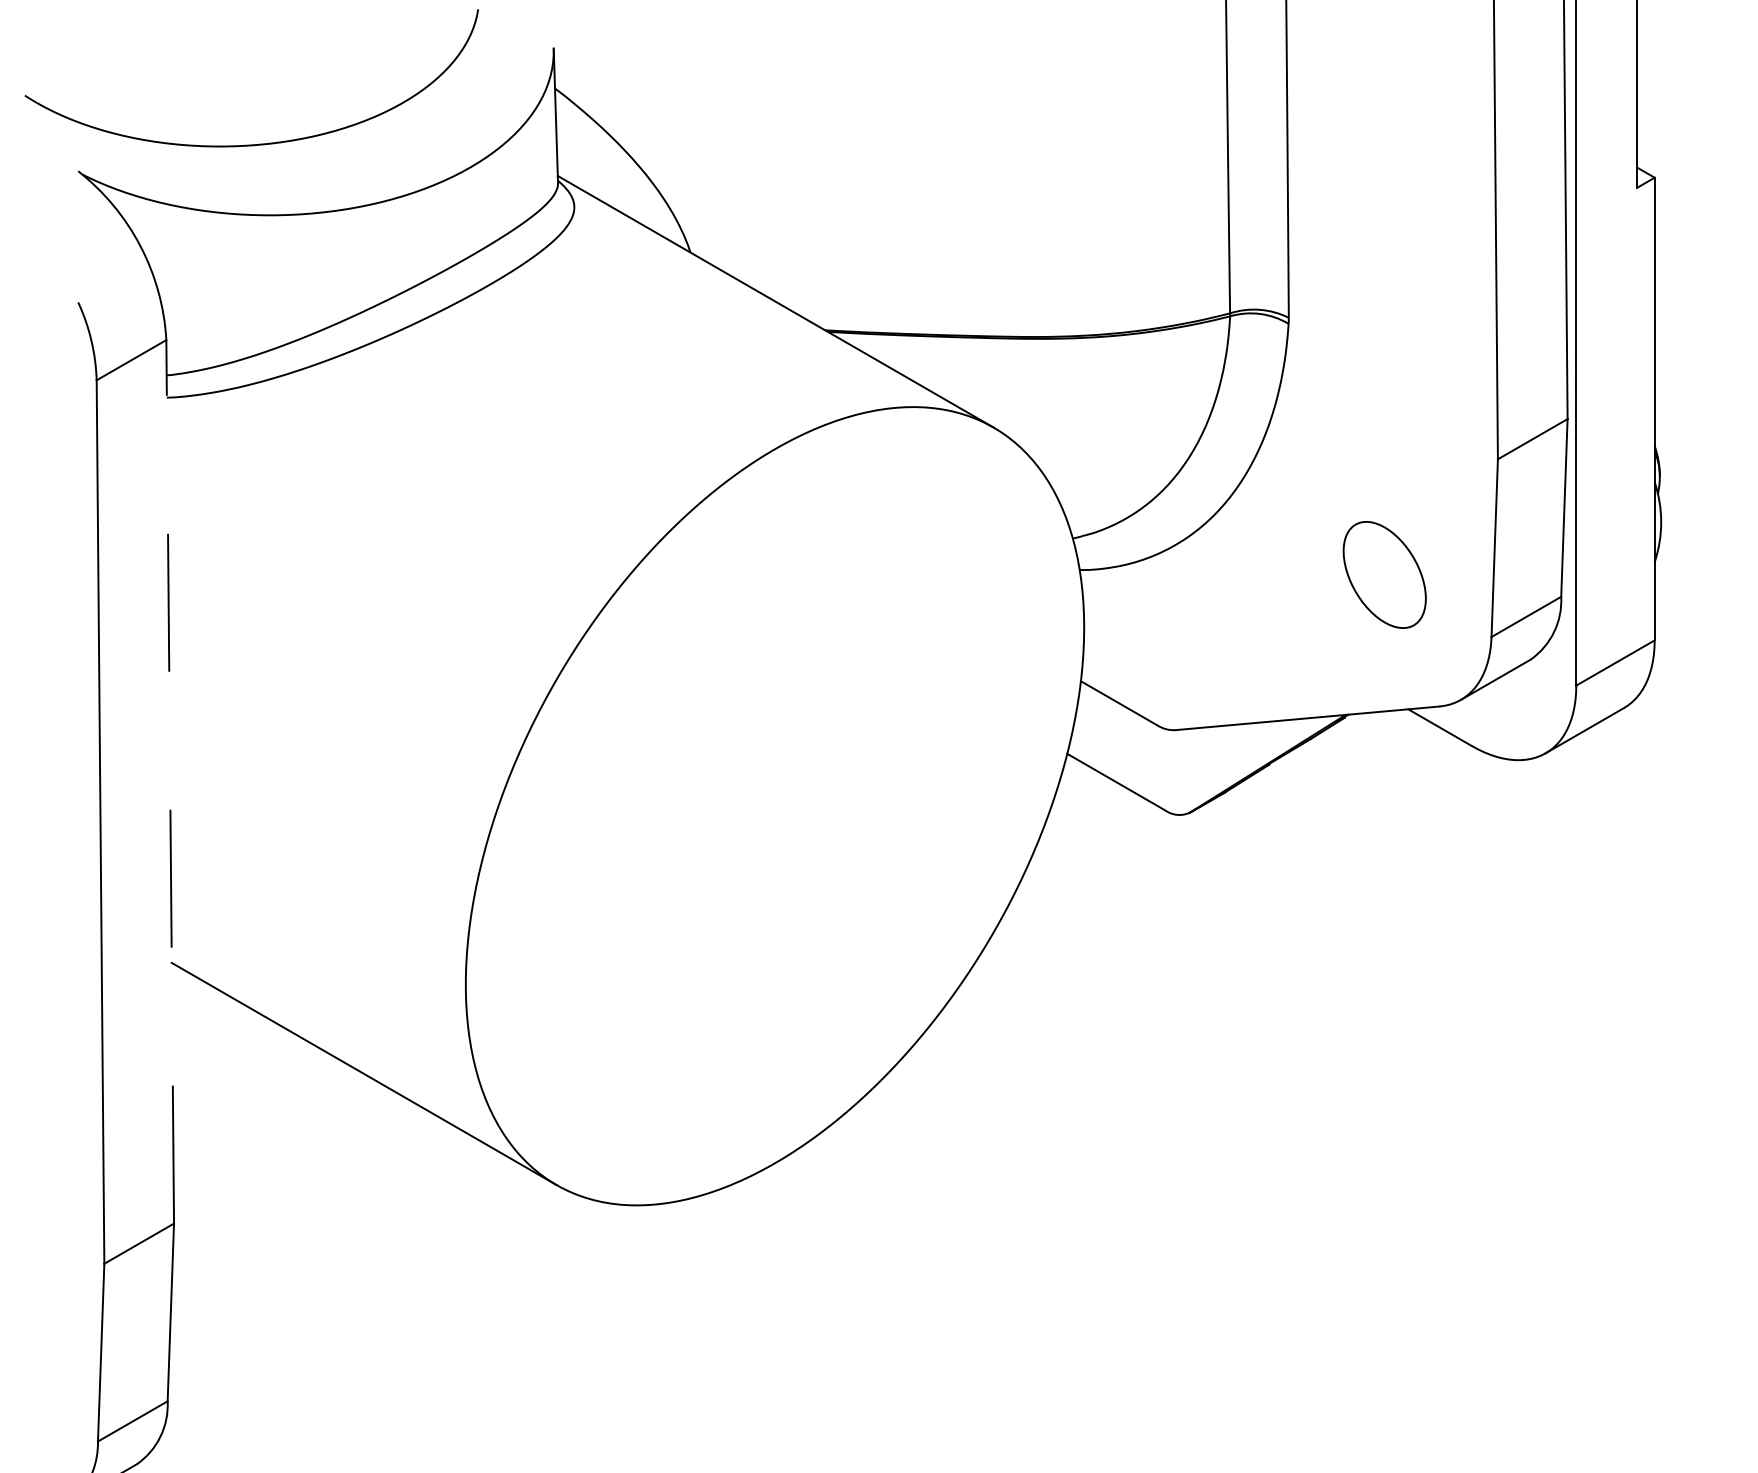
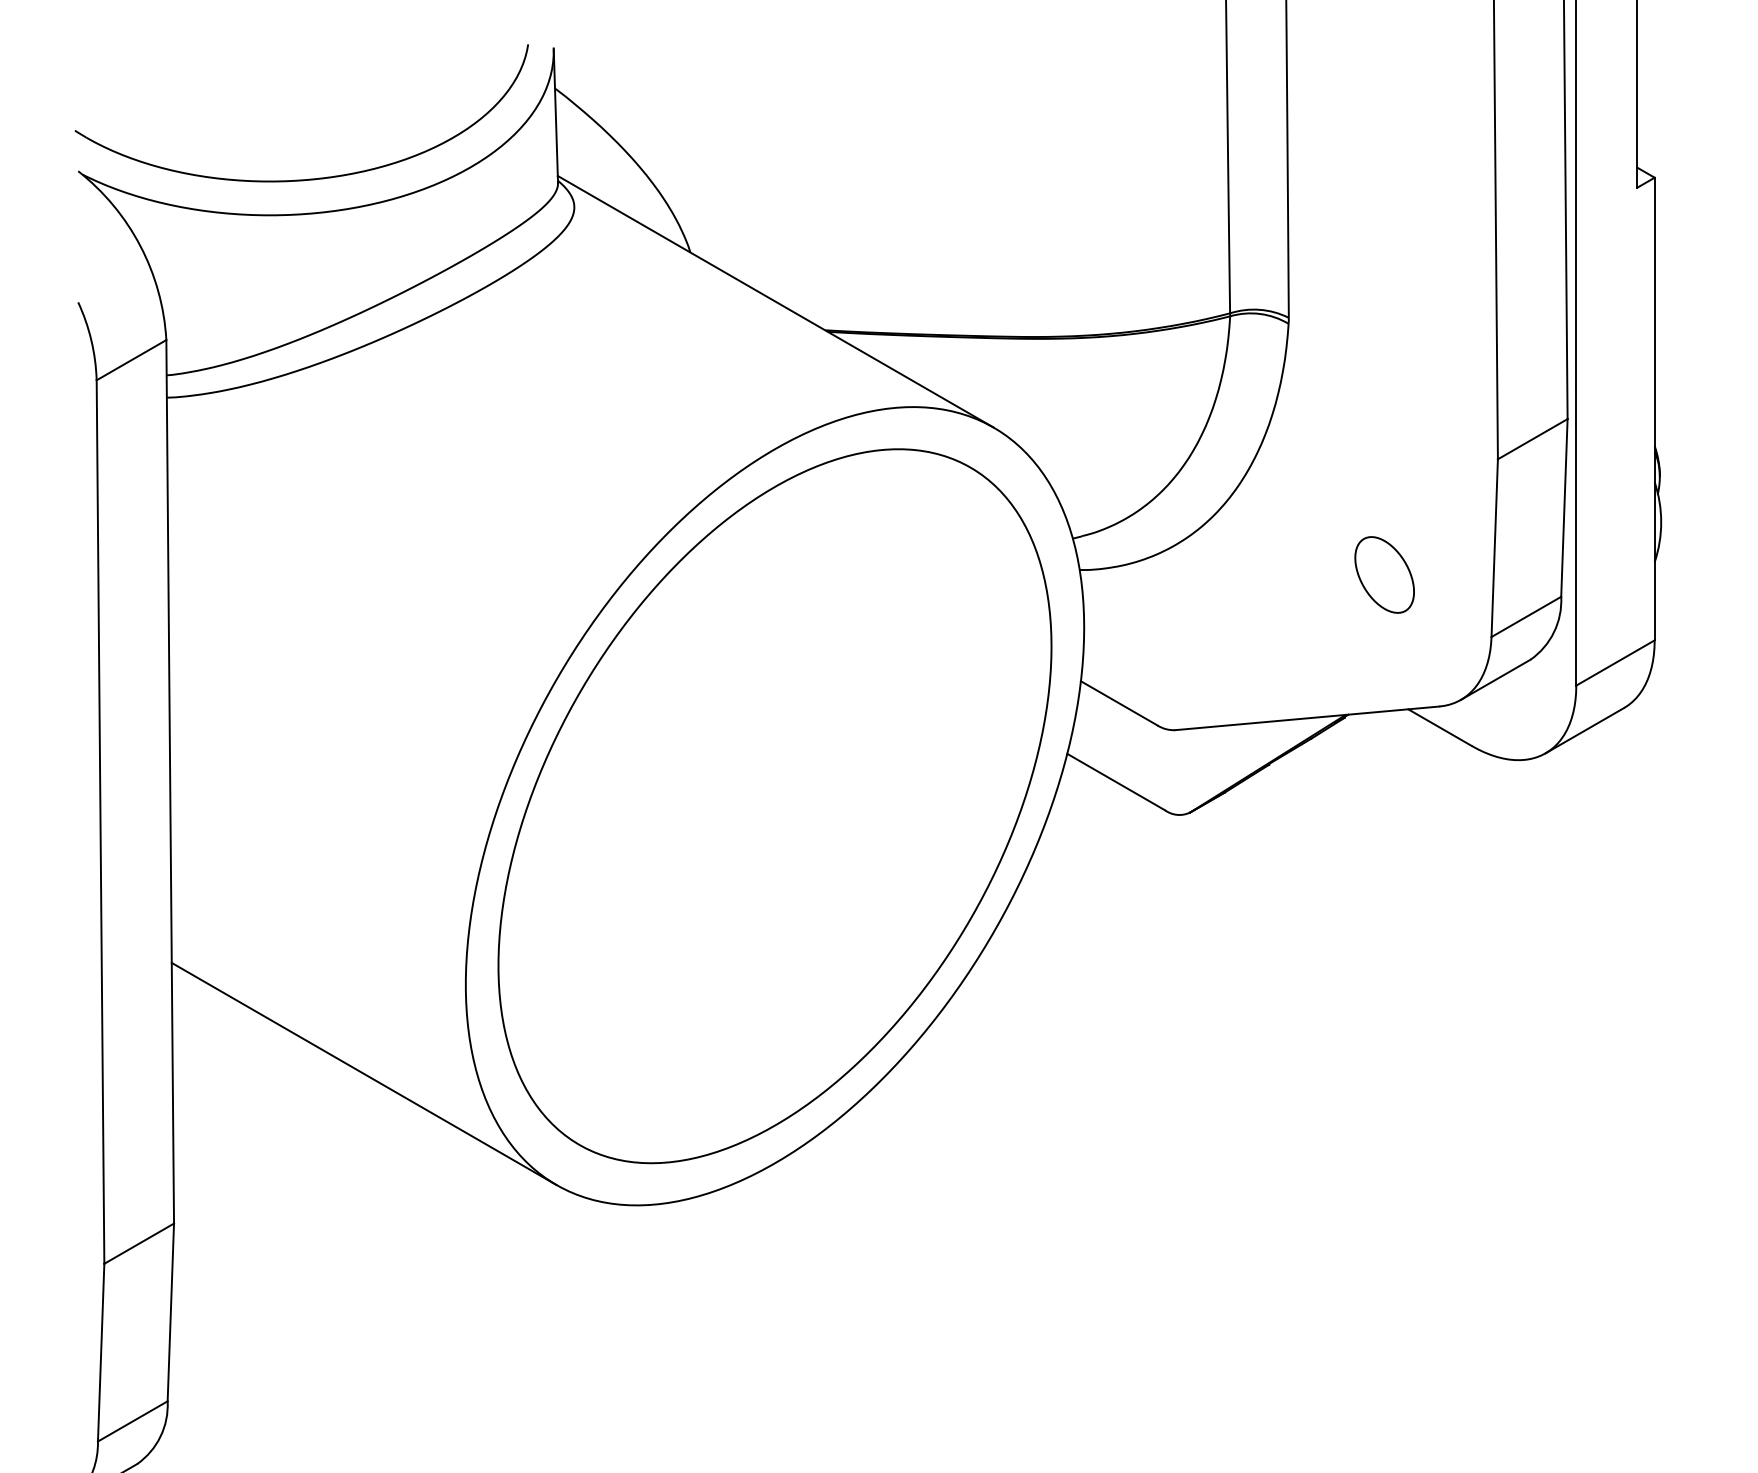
part at (259, 143) position: (259, 143) -> (309, 178)
part at (1384, 574) size: 85x108 px -> 61x78 px
line at (170, 781): dashed -> solid
part at (774, 806): none -> present
